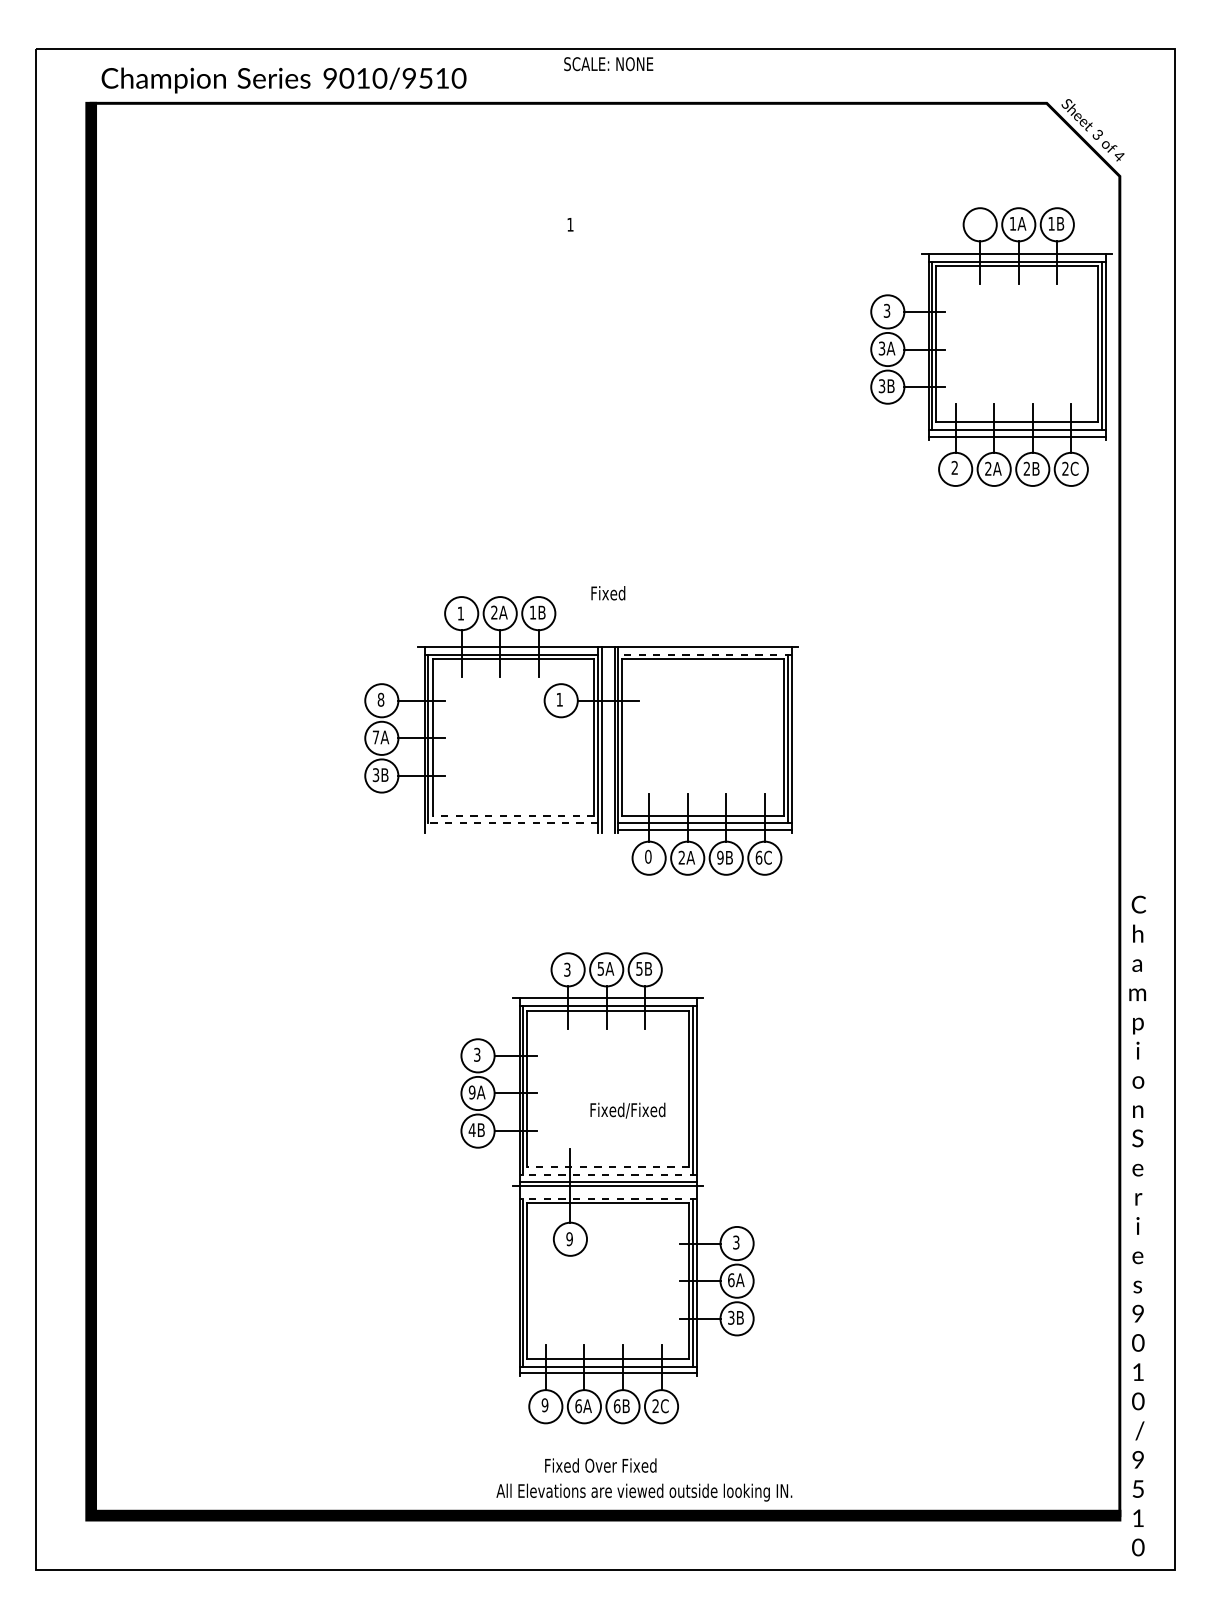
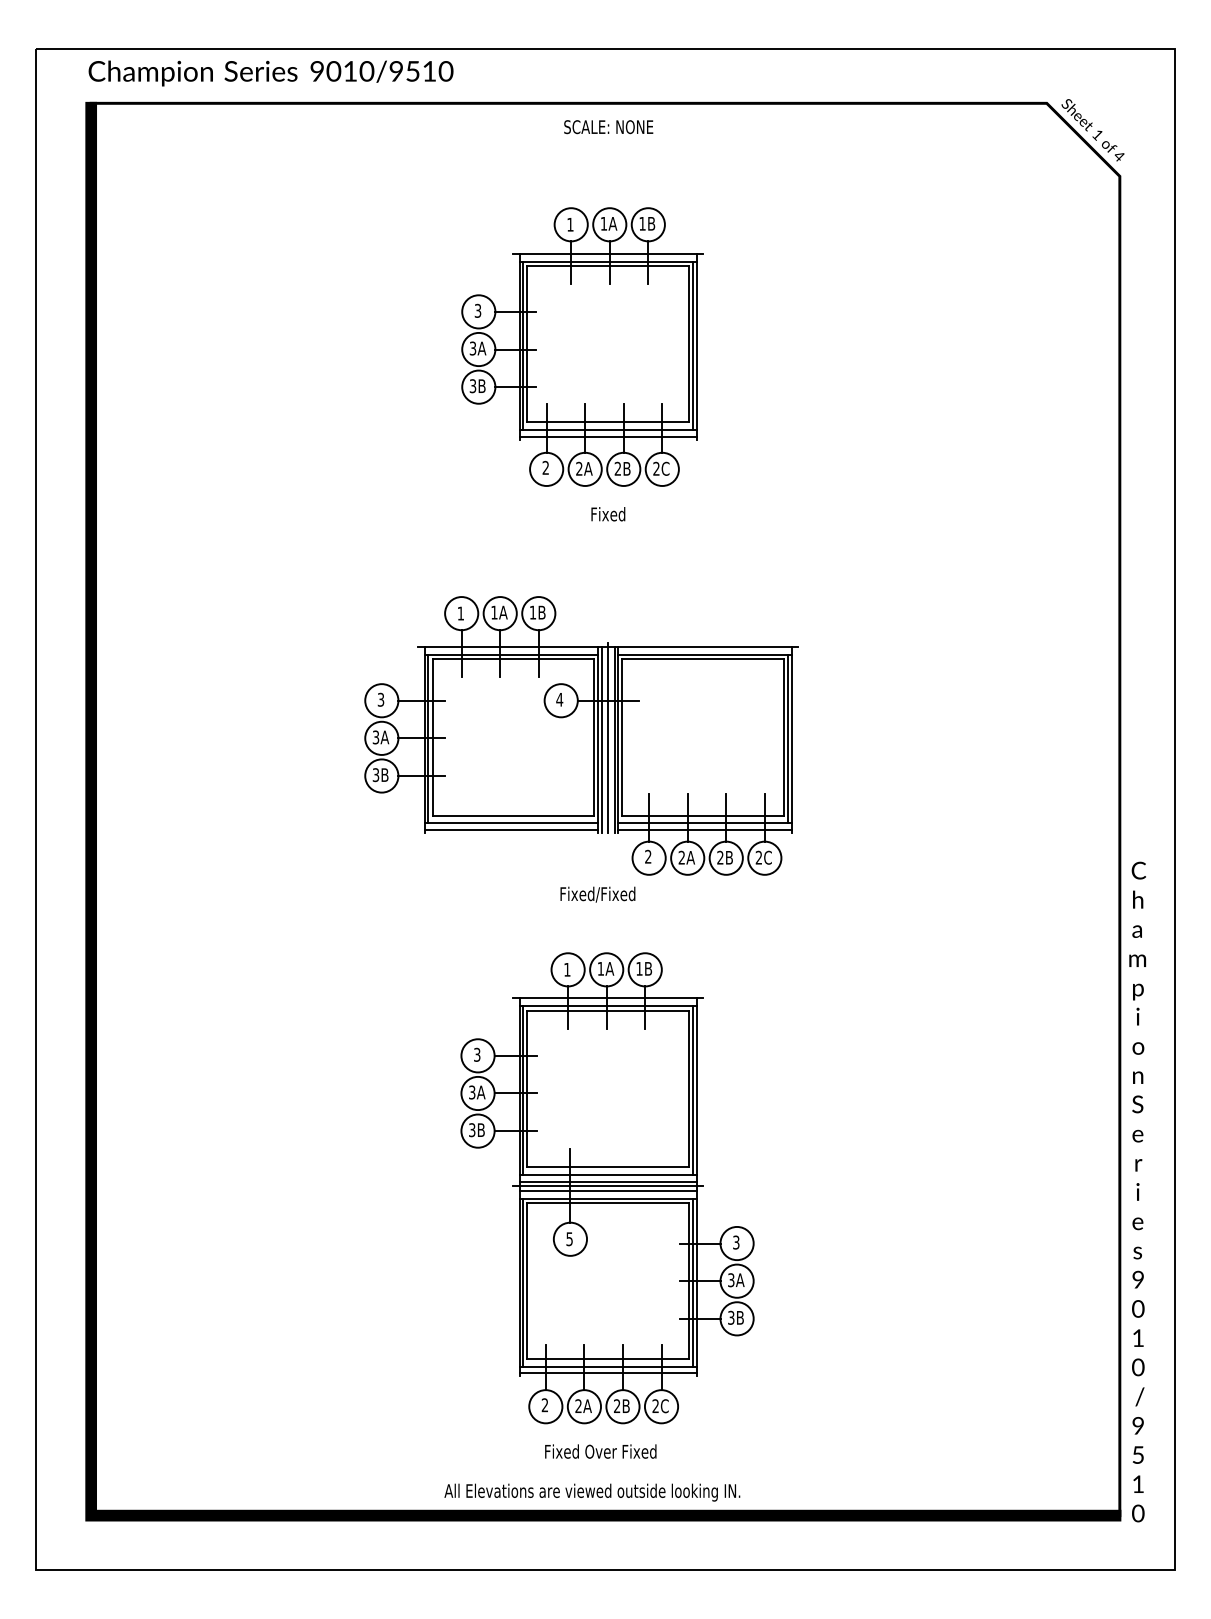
text at (608, 64) position: (608, 64) -> (608, 127)
text at (283, 80) position: (283, 80) -> (270, 73)
text at (1097, 134): 3 -> 1
part at (991, 346) position: (991, 346) -> (582, 346)
text at (608, 593) position: (608, 593) -> (608, 514)
text at (494, 612): 2A -> 1A
line at (705, 654): dashed -> solid
text at (380, 699): 8 -> 3
text at (559, 699): 1 -> 4
text at (375, 737): 7A -> 3A
line at (608, 737): none -> present
line at (513, 815): dashed -> solid
line at (511, 823): dashed -> solid
line at (511, 829): none -> present
text at (648, 856): 0 -> 2
text at (720, 857): 9B -> 2B
text at (758, 857): 6C -> 2C
text at (600, 968): 5A -> 1A
text at (639, 968): 5B -> 1B
text at (567, 969): 3 -> 1
text at (471, 1092): 9A -> 3A
text at (627, 1110) position: (627, 1110) -> (597, 894)
text at (471, 1130): 4B -> 3B
line at (608, 1166): dashed -> solid
line at (608, 1174): dashed -> solid
line at (608, 1190): none -> present
line at (608, 1198): dashed -> solid
text at (1137, 1225) position: (1137, 1225) -> (1137, 1191)
text at (569, 1238): 9 -> 5
text at (731, 1280): 6A -> 3A
text at (544, 1405): 9 -> 2
text at (578, 1406): 6A -> 2A
text at (616, 1406): 6B -> 2B
text at (600, 1465) position: (600, 1465) -> (600, 1451)
text at (644, 1492) position: (644, 1492) -> (592, 1492)
